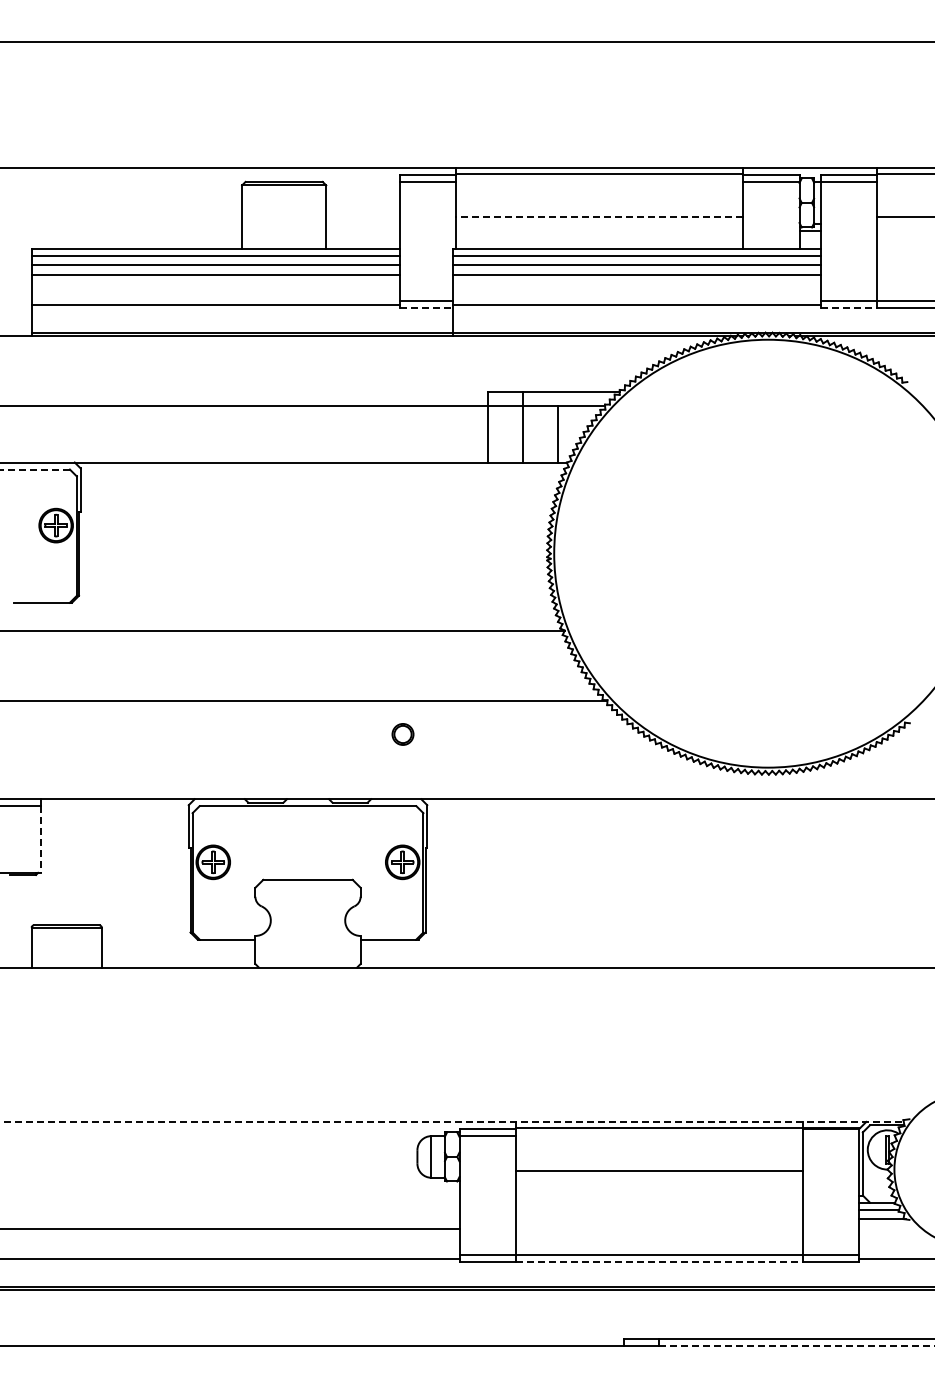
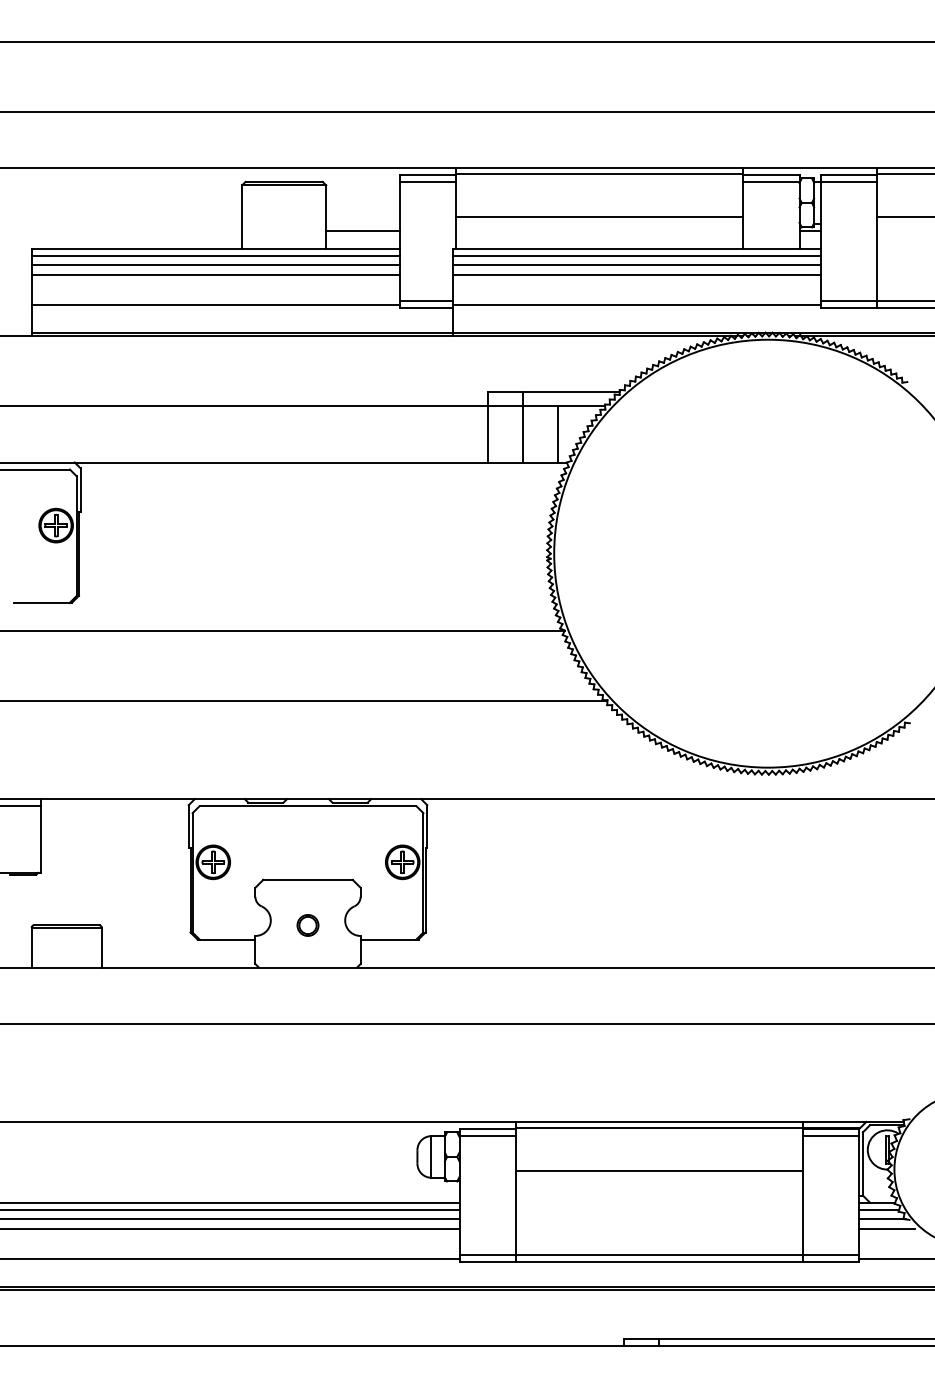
line at (466, 111): none -> present
line at (599, 217): dashed -> solid
line at (362, 231): none -> present
line at (426, 308): dashed -> solid
line at (849, 308): dashed -> solid
line at (34, 469): dashed -> solid
circle at (402, 734) position: (402, 734) -> (307, 925)
line at (41, 840): dashed -> solid
line at (466, 1023): none -> present
line at (452, 1121): dashed -> solid
line at (831, 1135): none -> present
line at (230, 1202): none -> present
line at (230, 1210): none -> present
line at (230, 1219): none -> present
line at (887, 1229): none -> present
line at (659, 1262): dashed -> solid
line at (796, 1346): dashed -> solid
